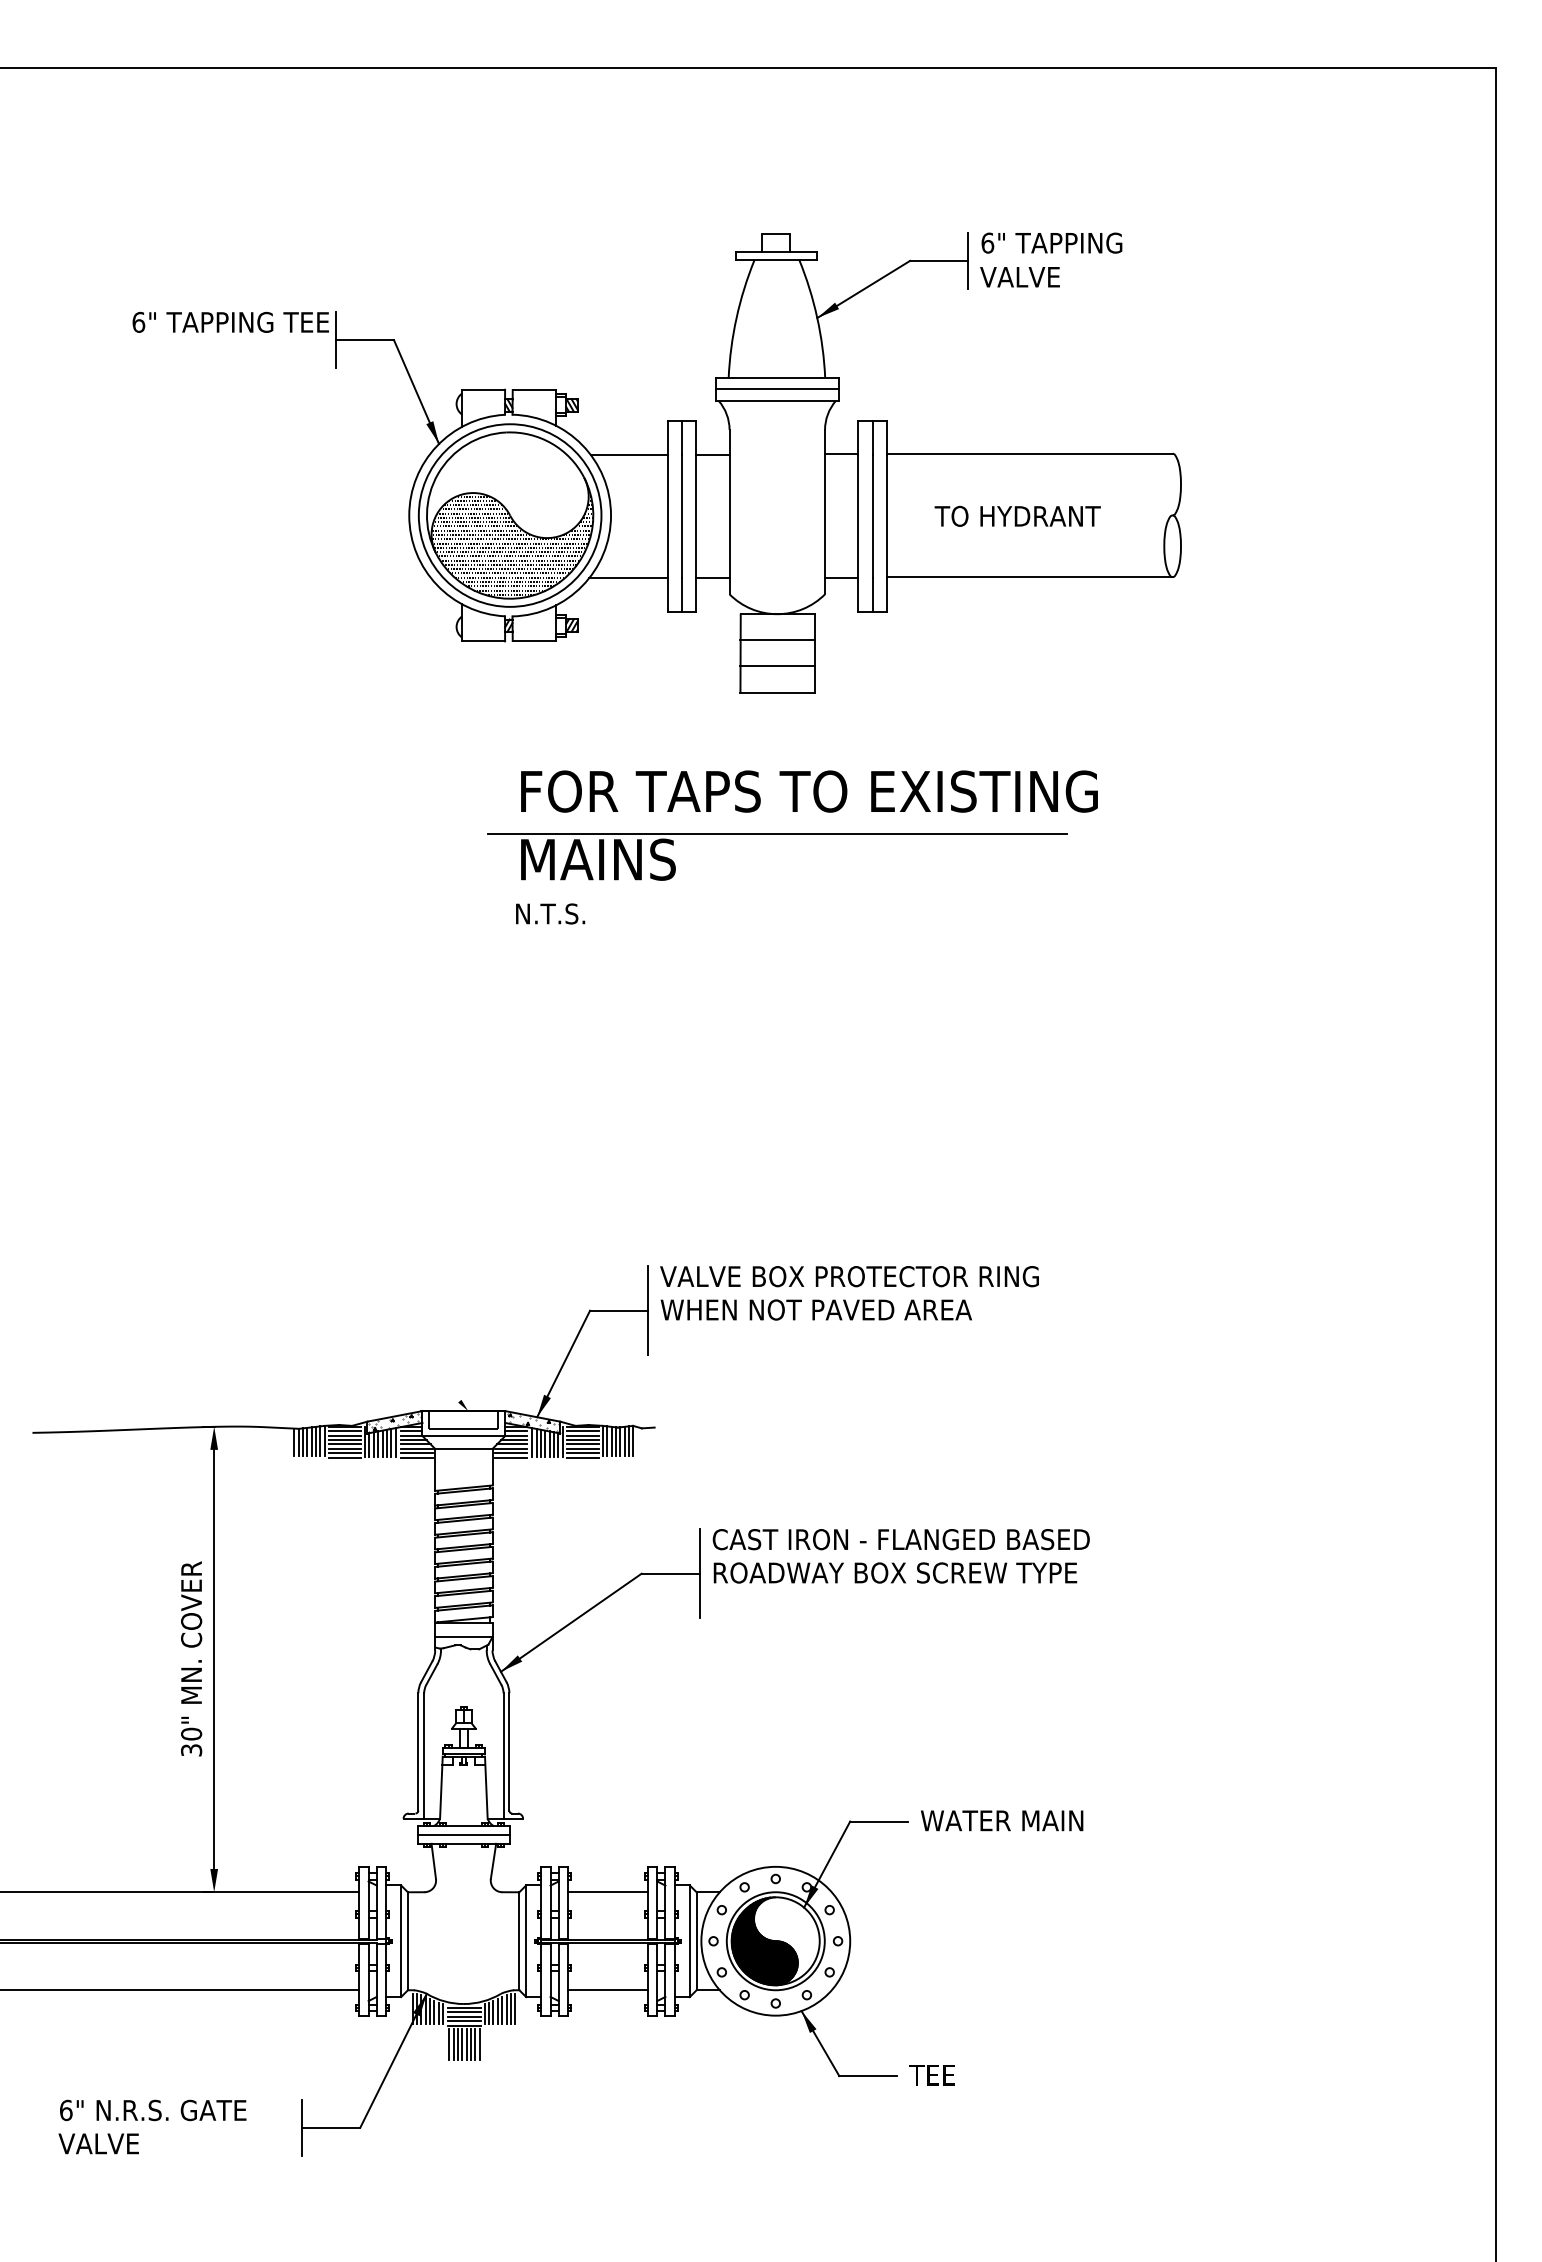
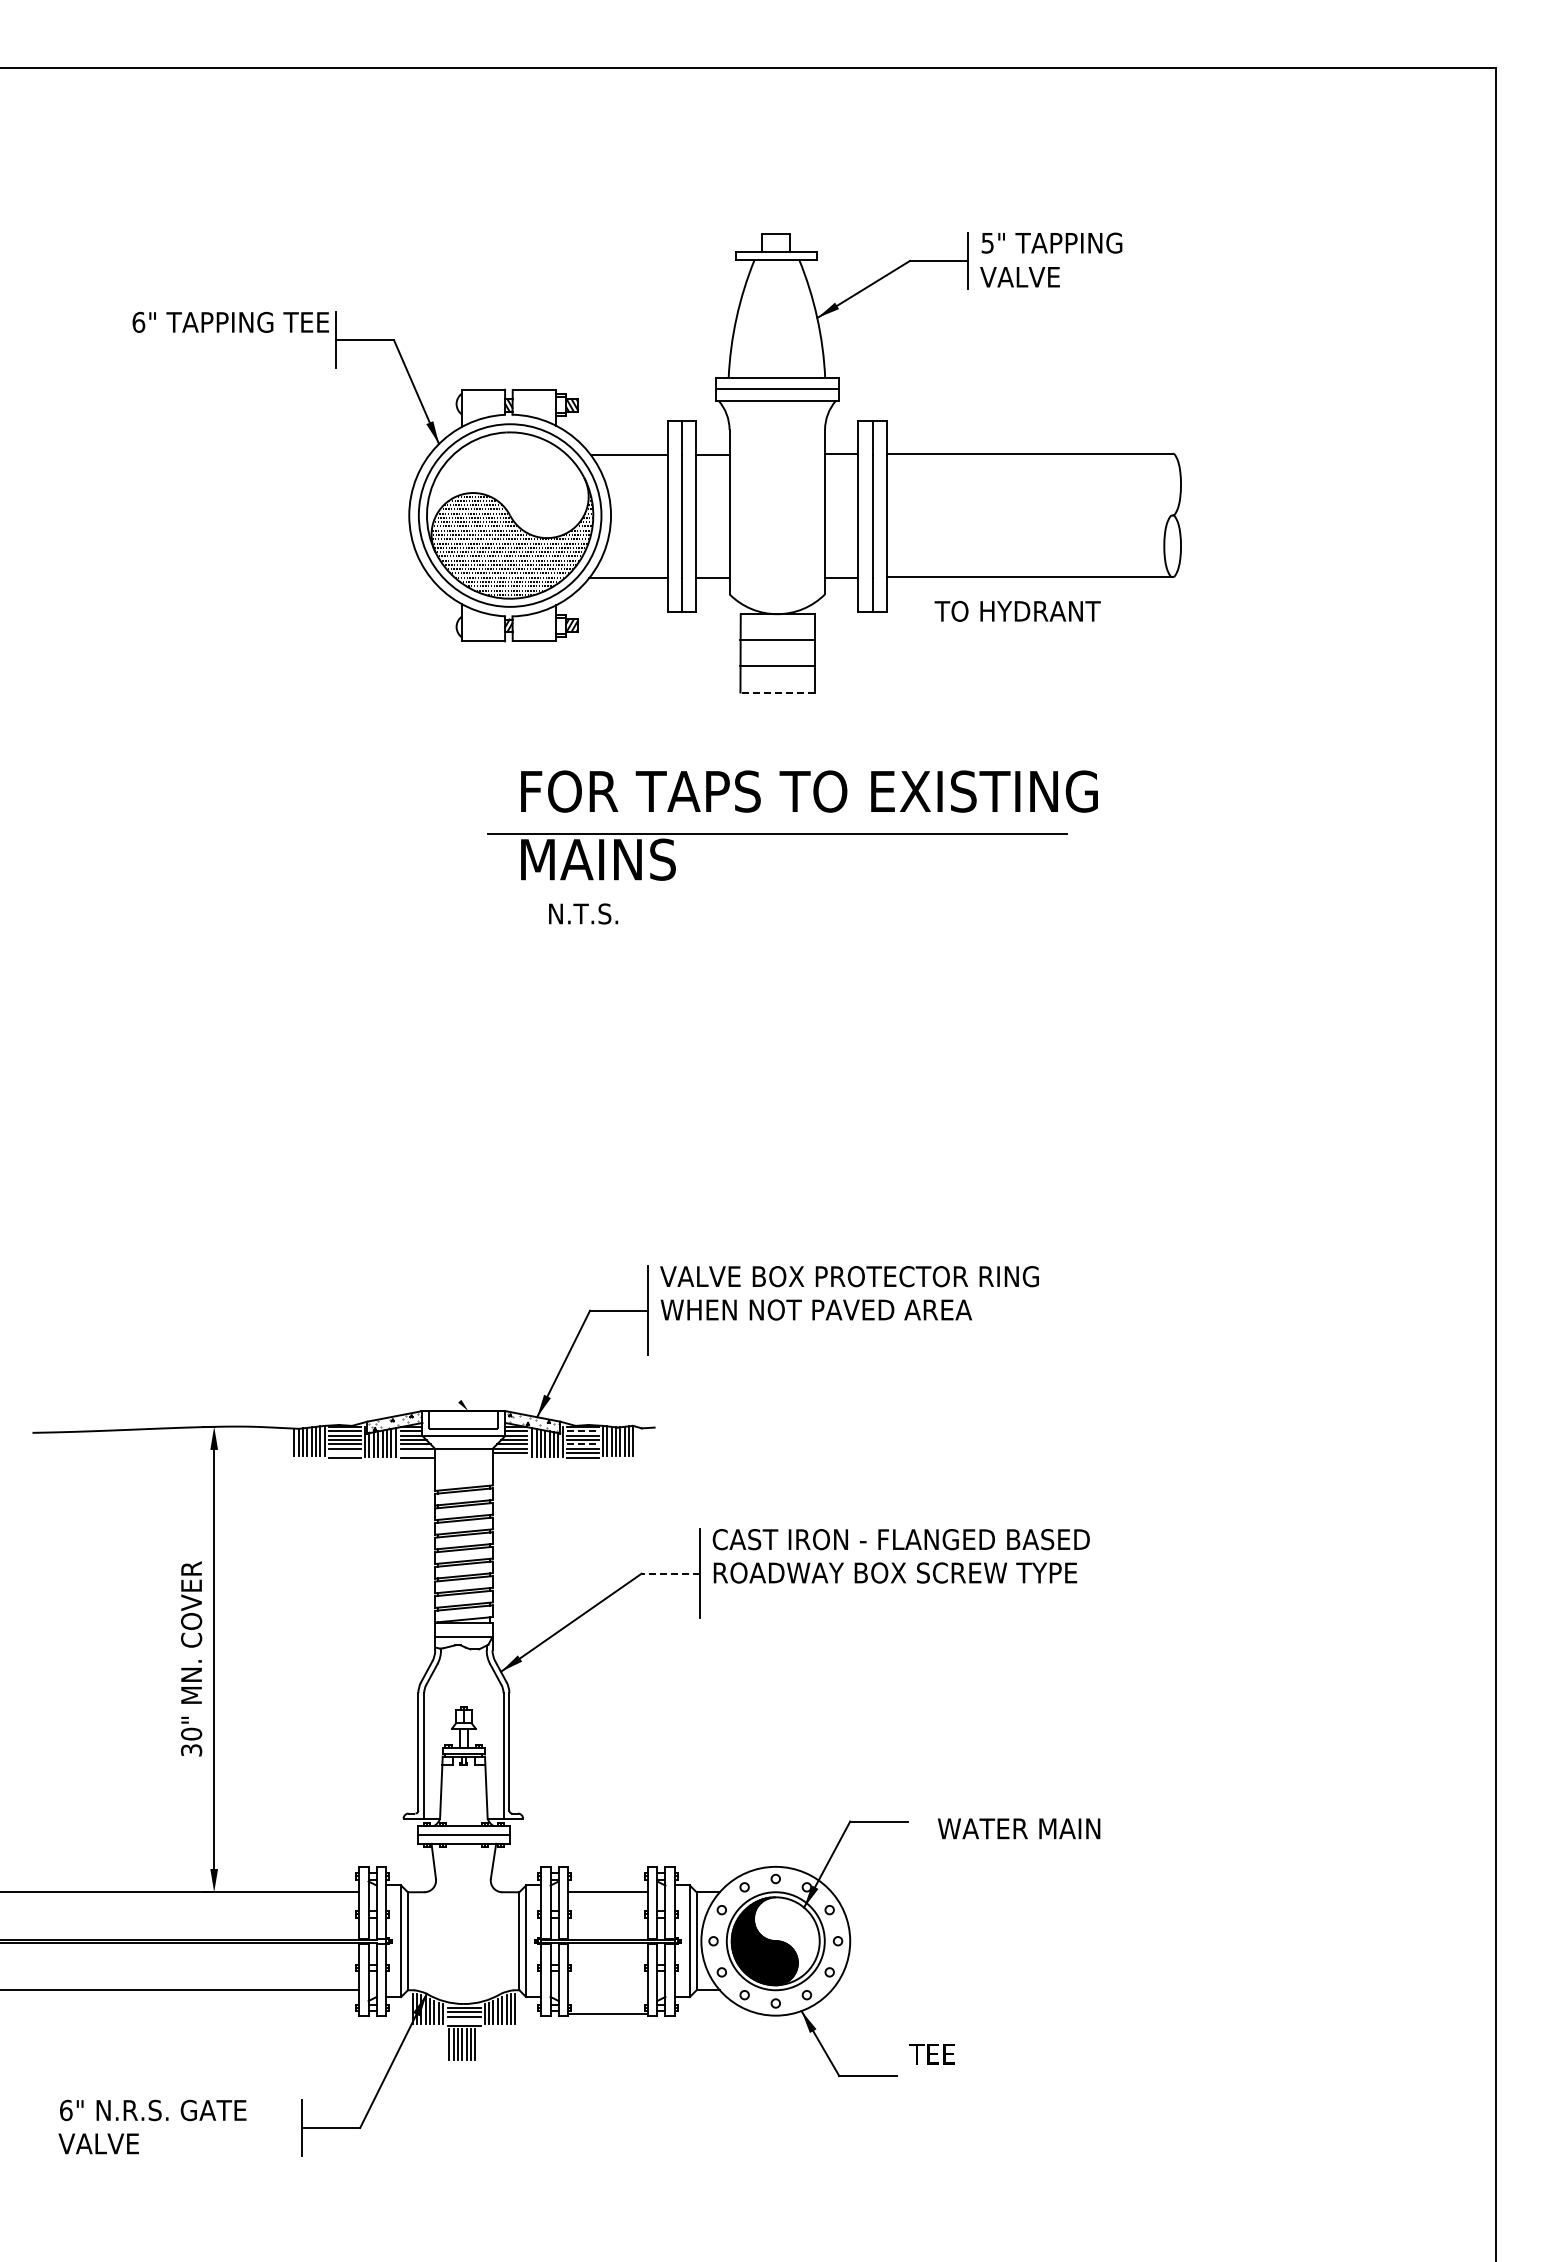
text at (987, 242): 6" -> 5"
text at (1017, 515) position: (1017, 515) -> (1017, 610)
line at (777, 692): solid -> dashed
text at (550, 913) position: (550, 913) -> (583, 913)
line at (583, 1431): solid -> dashed
line at (583, 1444): solid -> dashed
line at (344, 1453): present -> none
line at (416, 1453): present -> none
line at (510, 1457): present -> none
line at (670, 1573): solid -> dashed
text at (1002, 1820) position: (1002, 1820) -> (1019, 1828)
line at (607, 1990) position: (607, 1990) -> (607, 2014)
line at (464, 2021): present -> none
line at (479, 2044): present -> none
text at (931, 2075) position: (931, 2075) -> (931, 2054)
